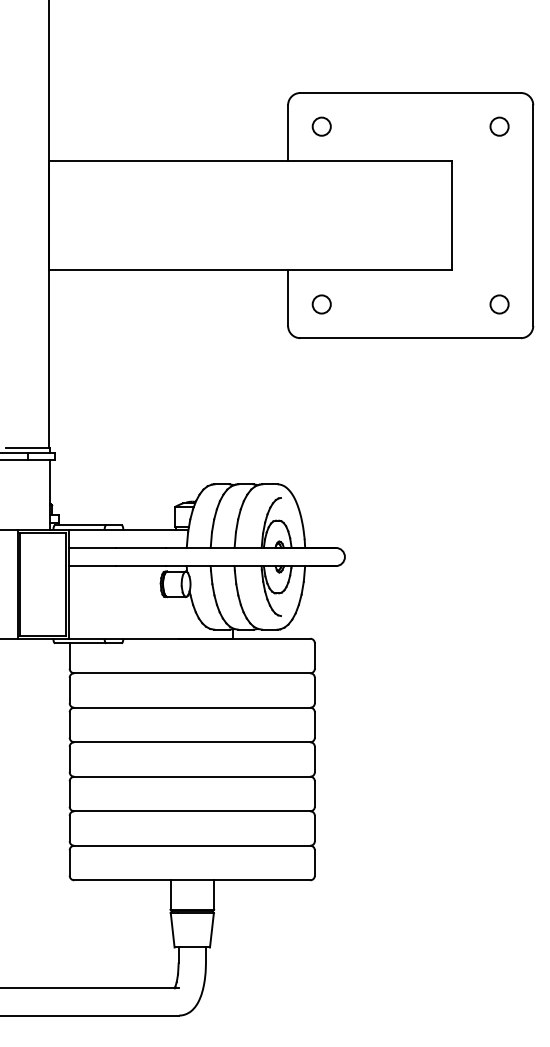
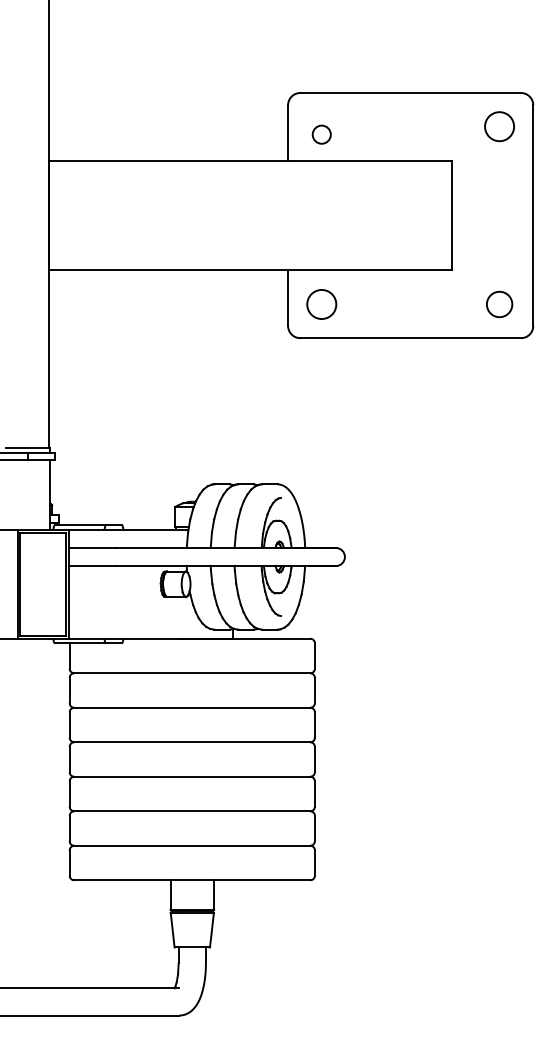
circle at (321, 126) position: (321, 126) -> (321, 134)
circle at (499, 126) diameter: 18 px -> 29 px
circle at (321, 304) diameter: 18 px -> 29 px
circle at (499, 304) size: 21x21 px -> 28x29 px
